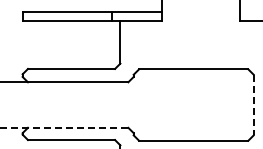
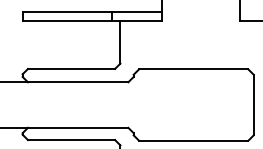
line at (253, 105): dashed -> solid
line at (64, 127): dashed -> solid
